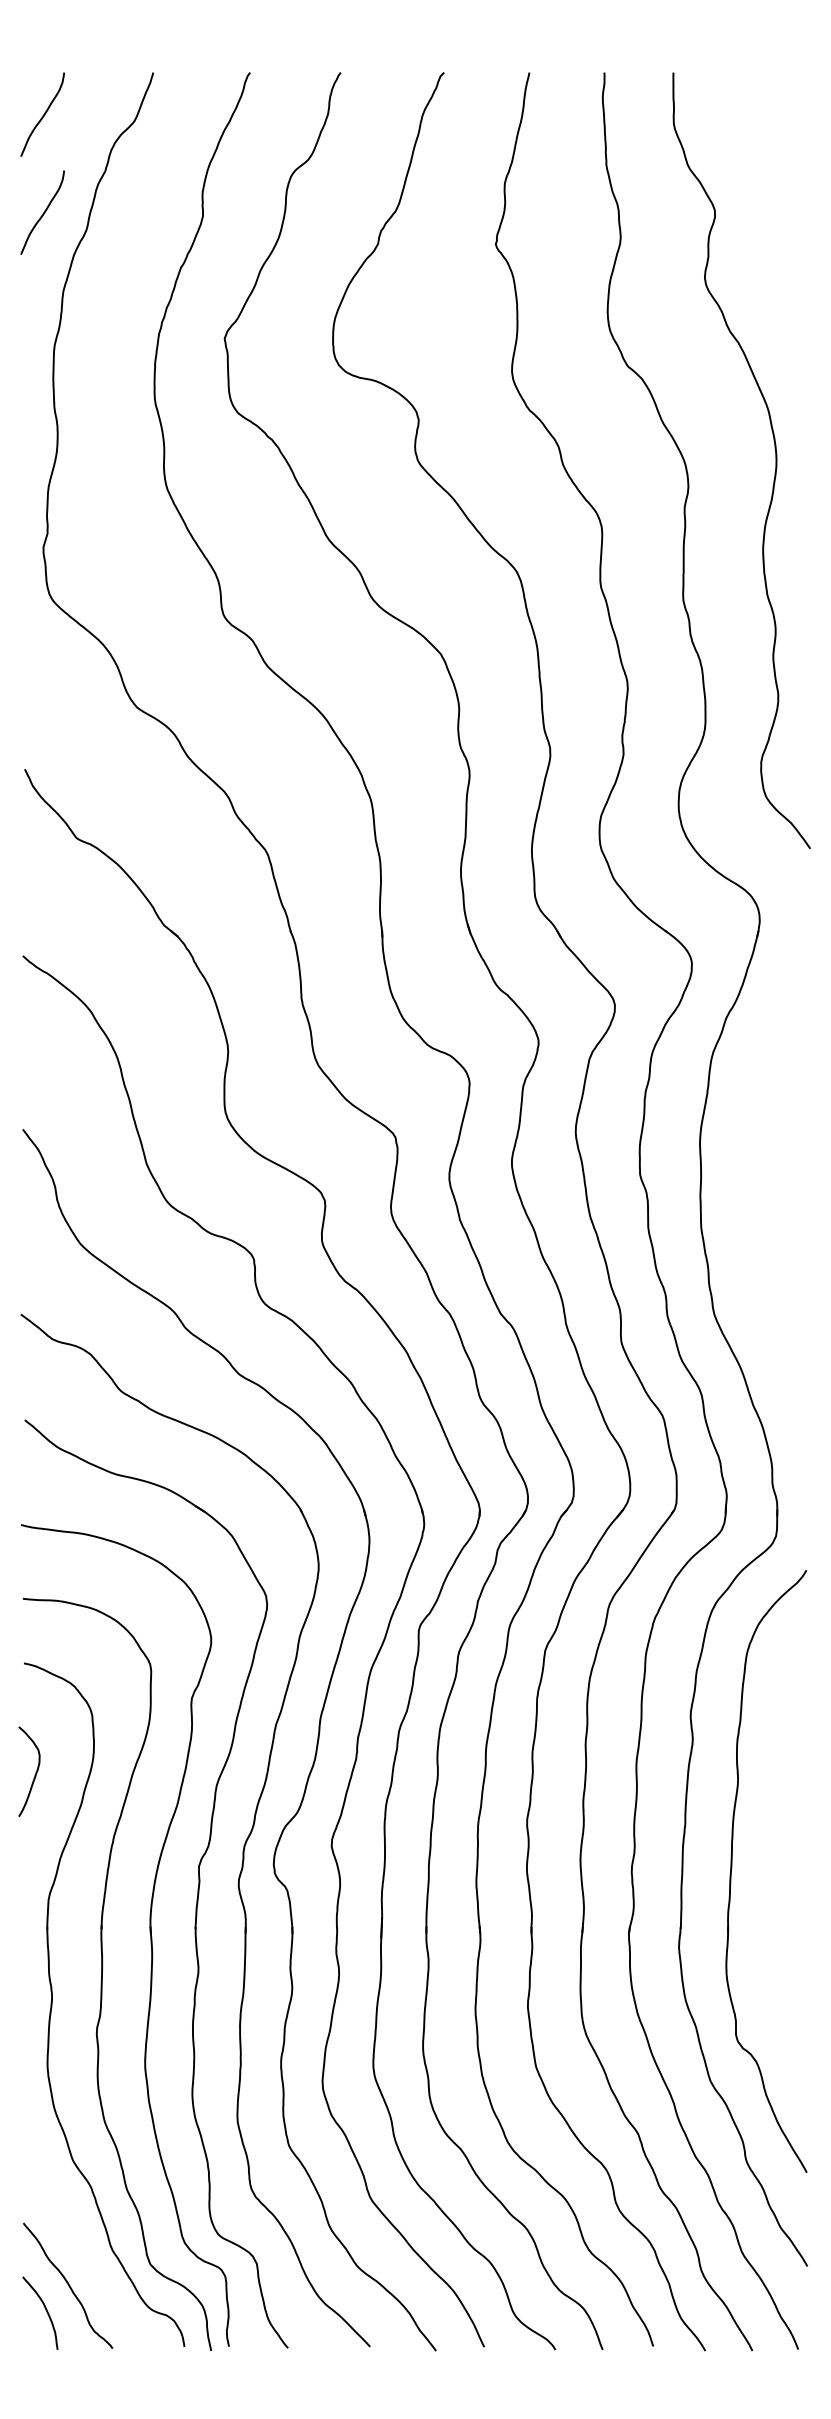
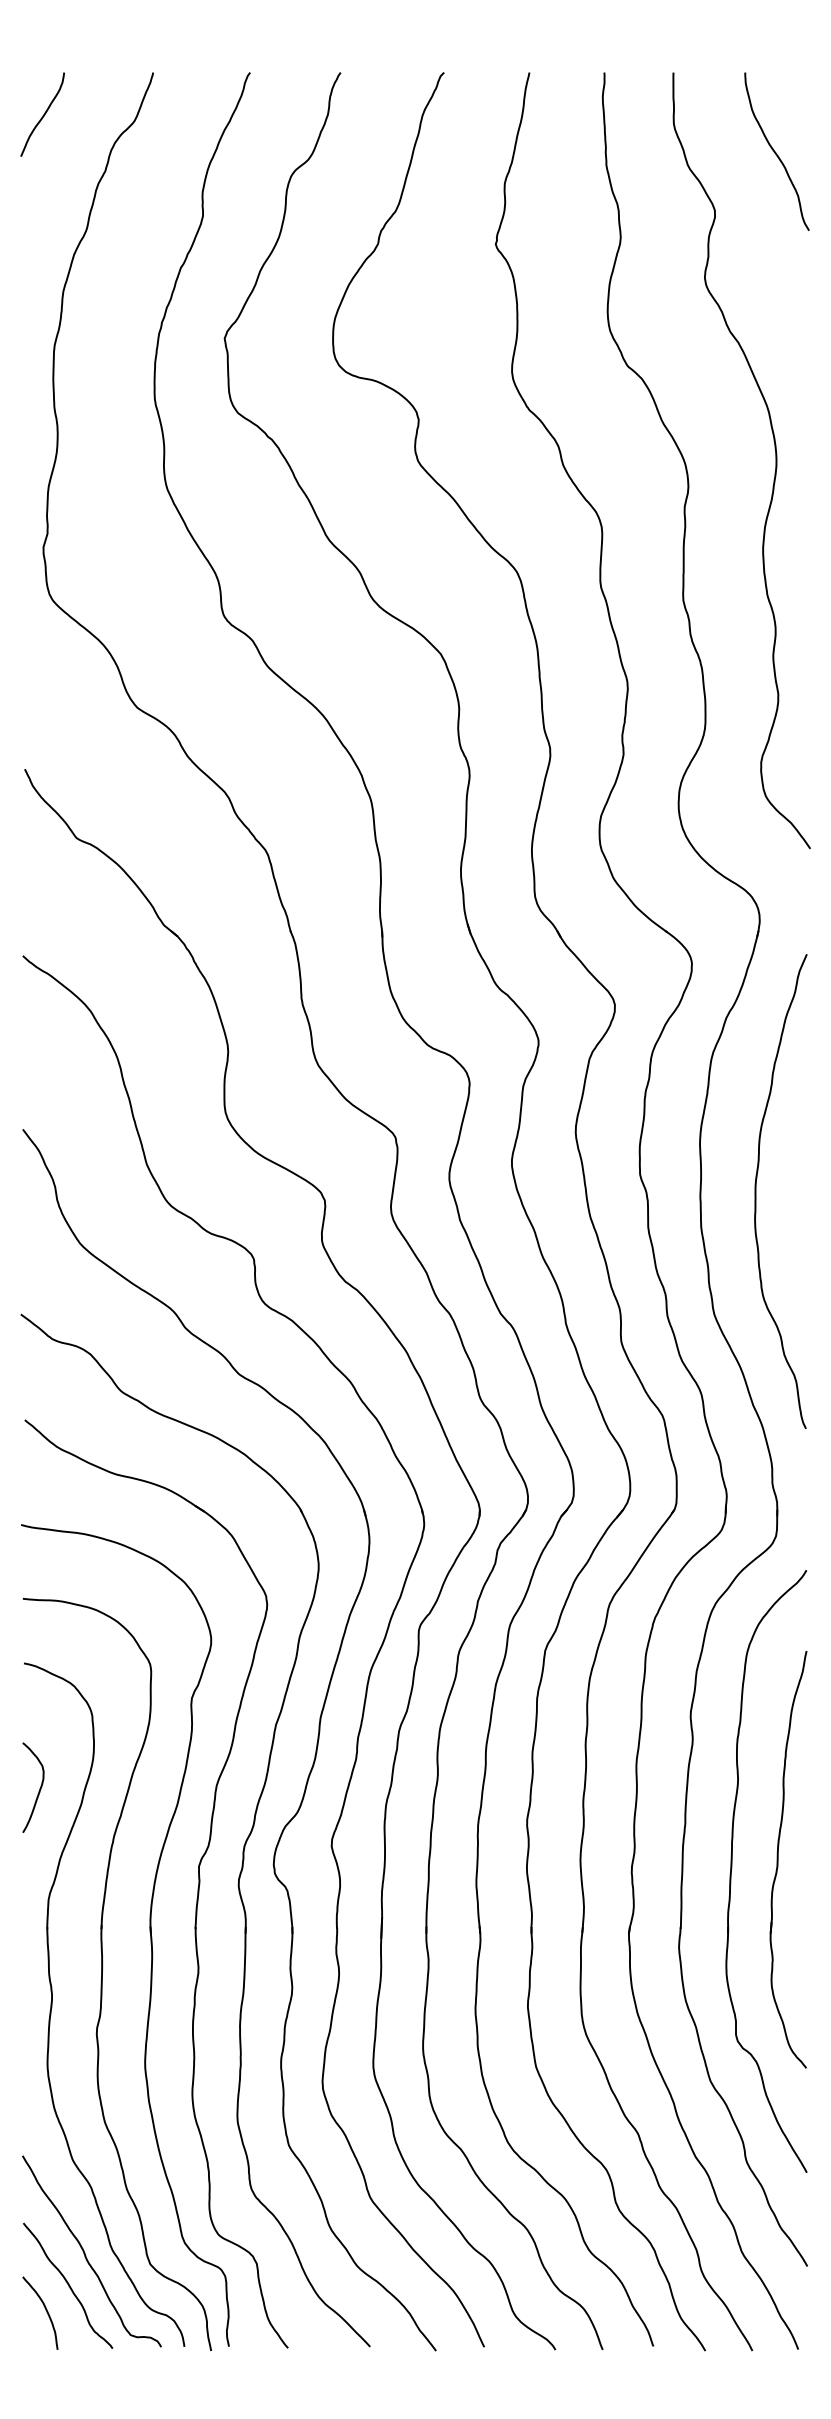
curve at (775, 151): none -> present
curve at (43, 212): present -> none
curve at (756, 1191): none -> present
curve at (35, 1772) position: (35, 1772) -> (39, 1788)
part at (778, 1859): none -> present
curve at (85, 2252): none -> present
